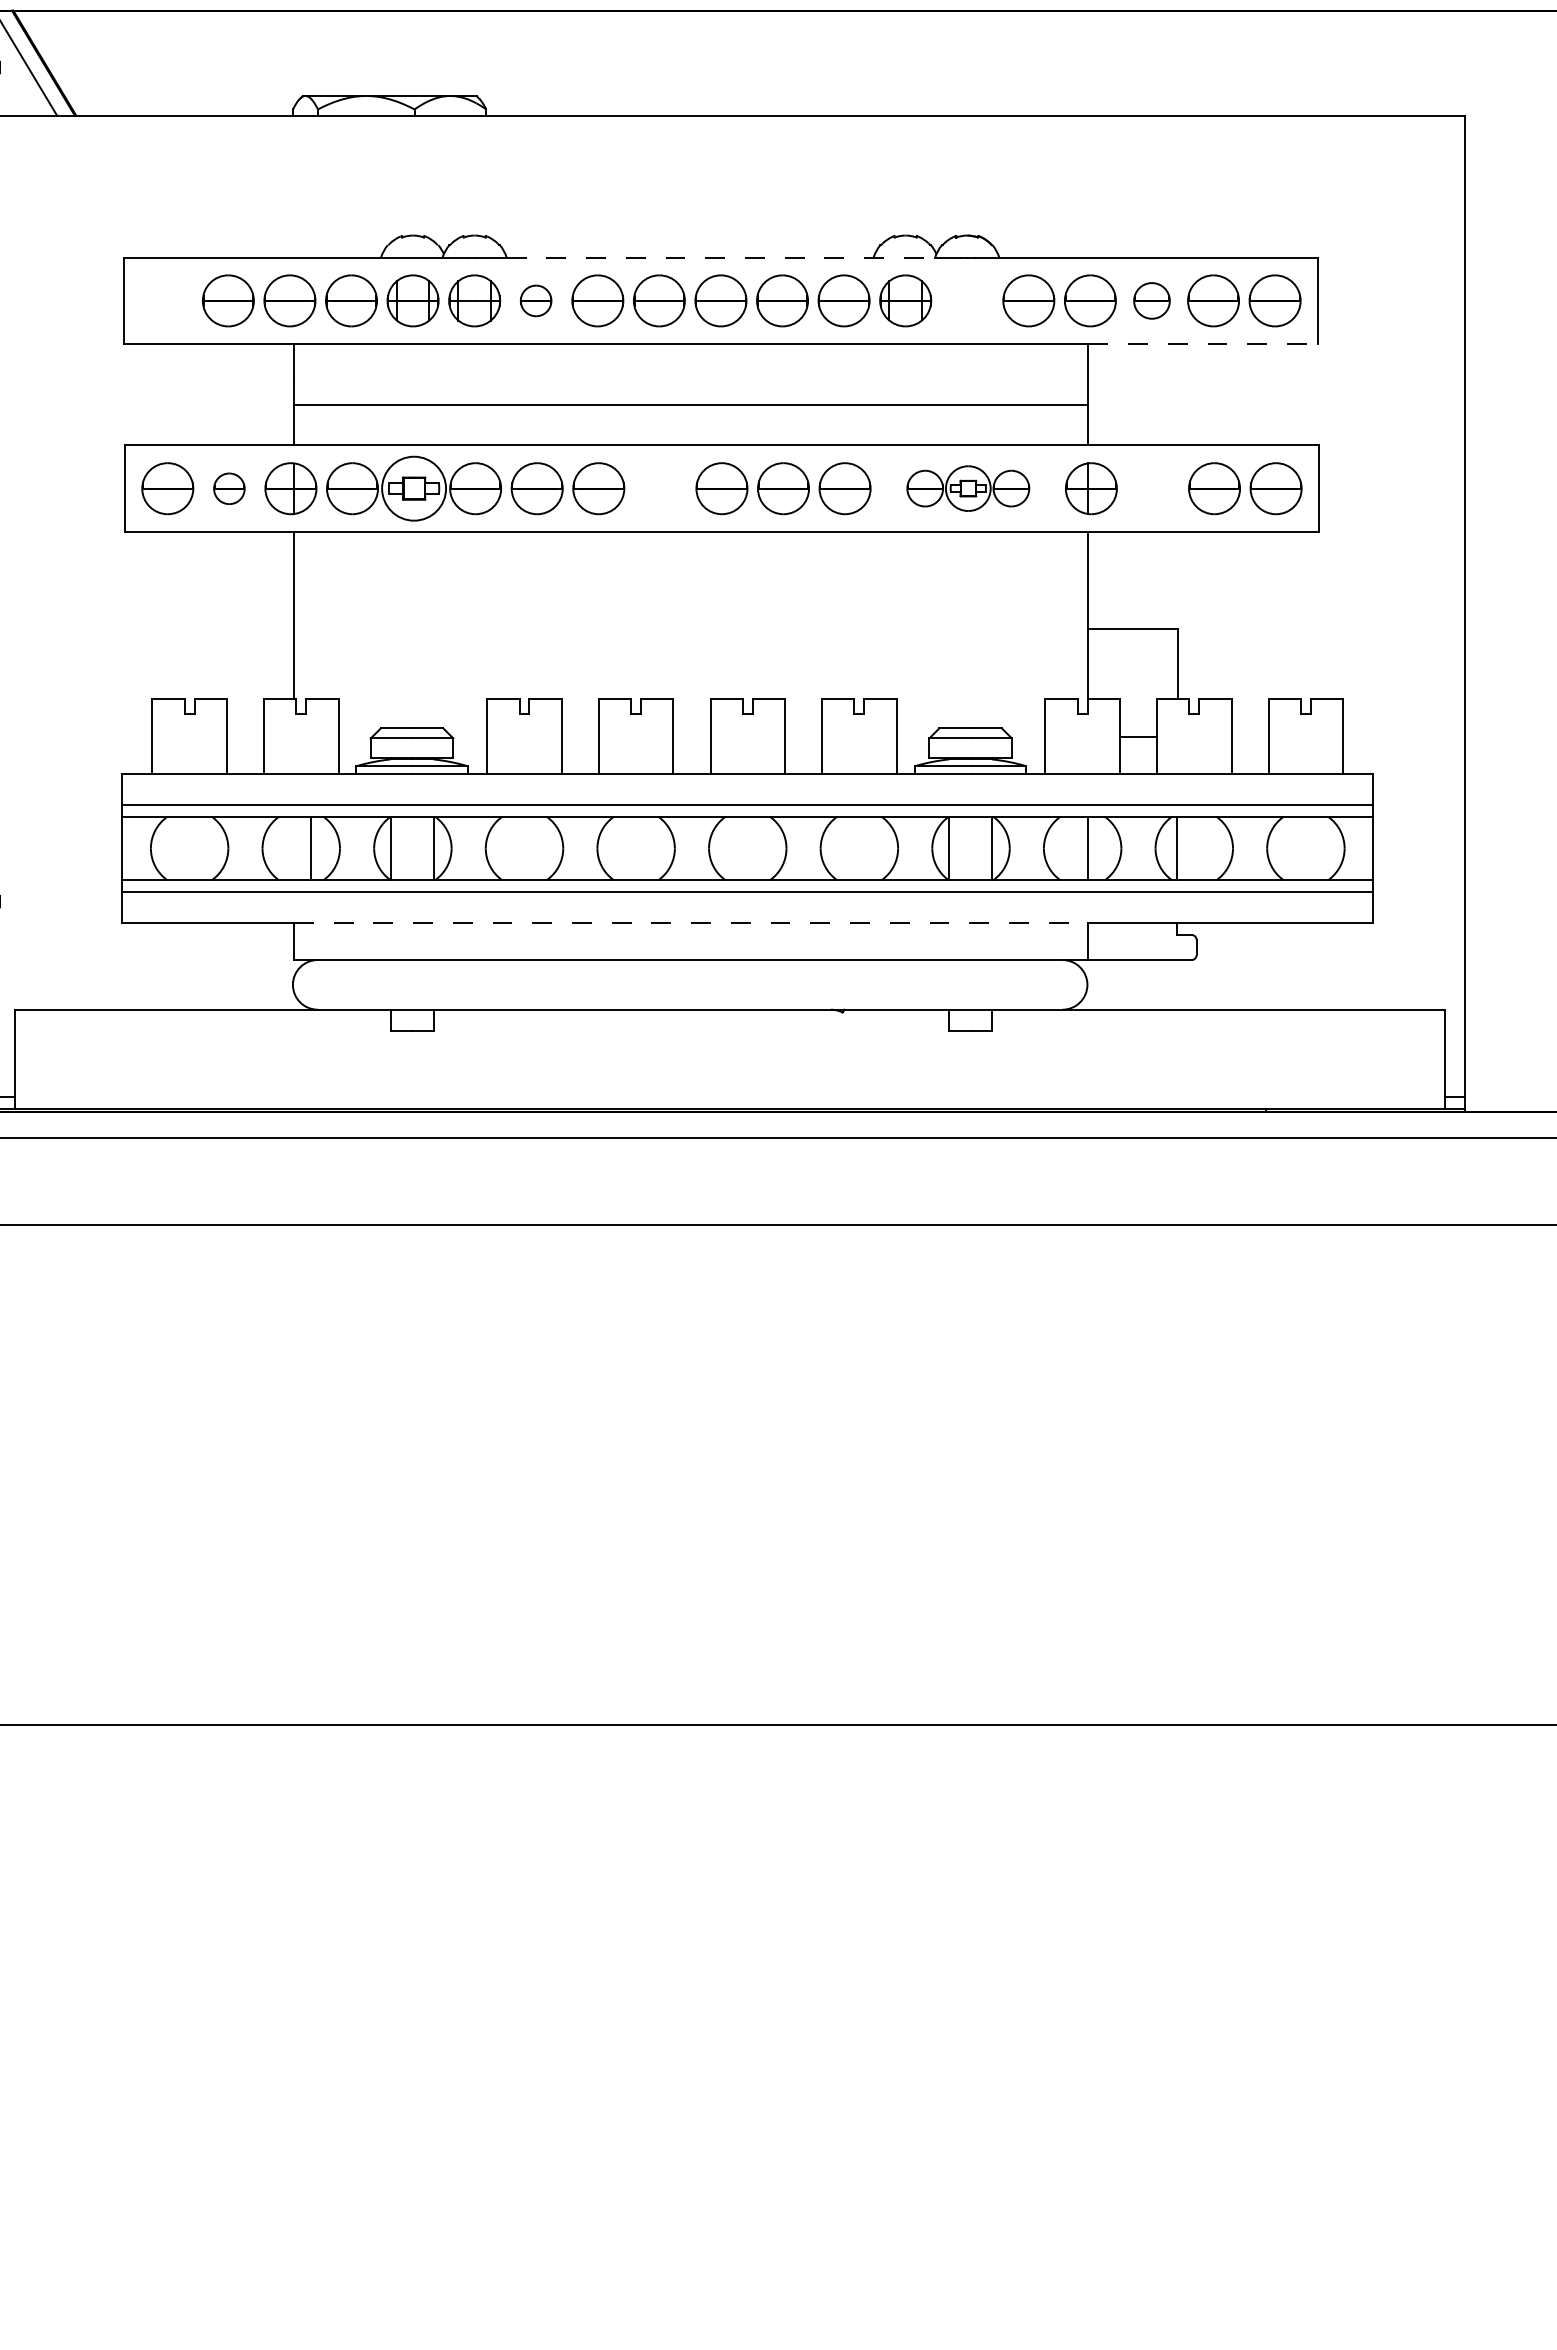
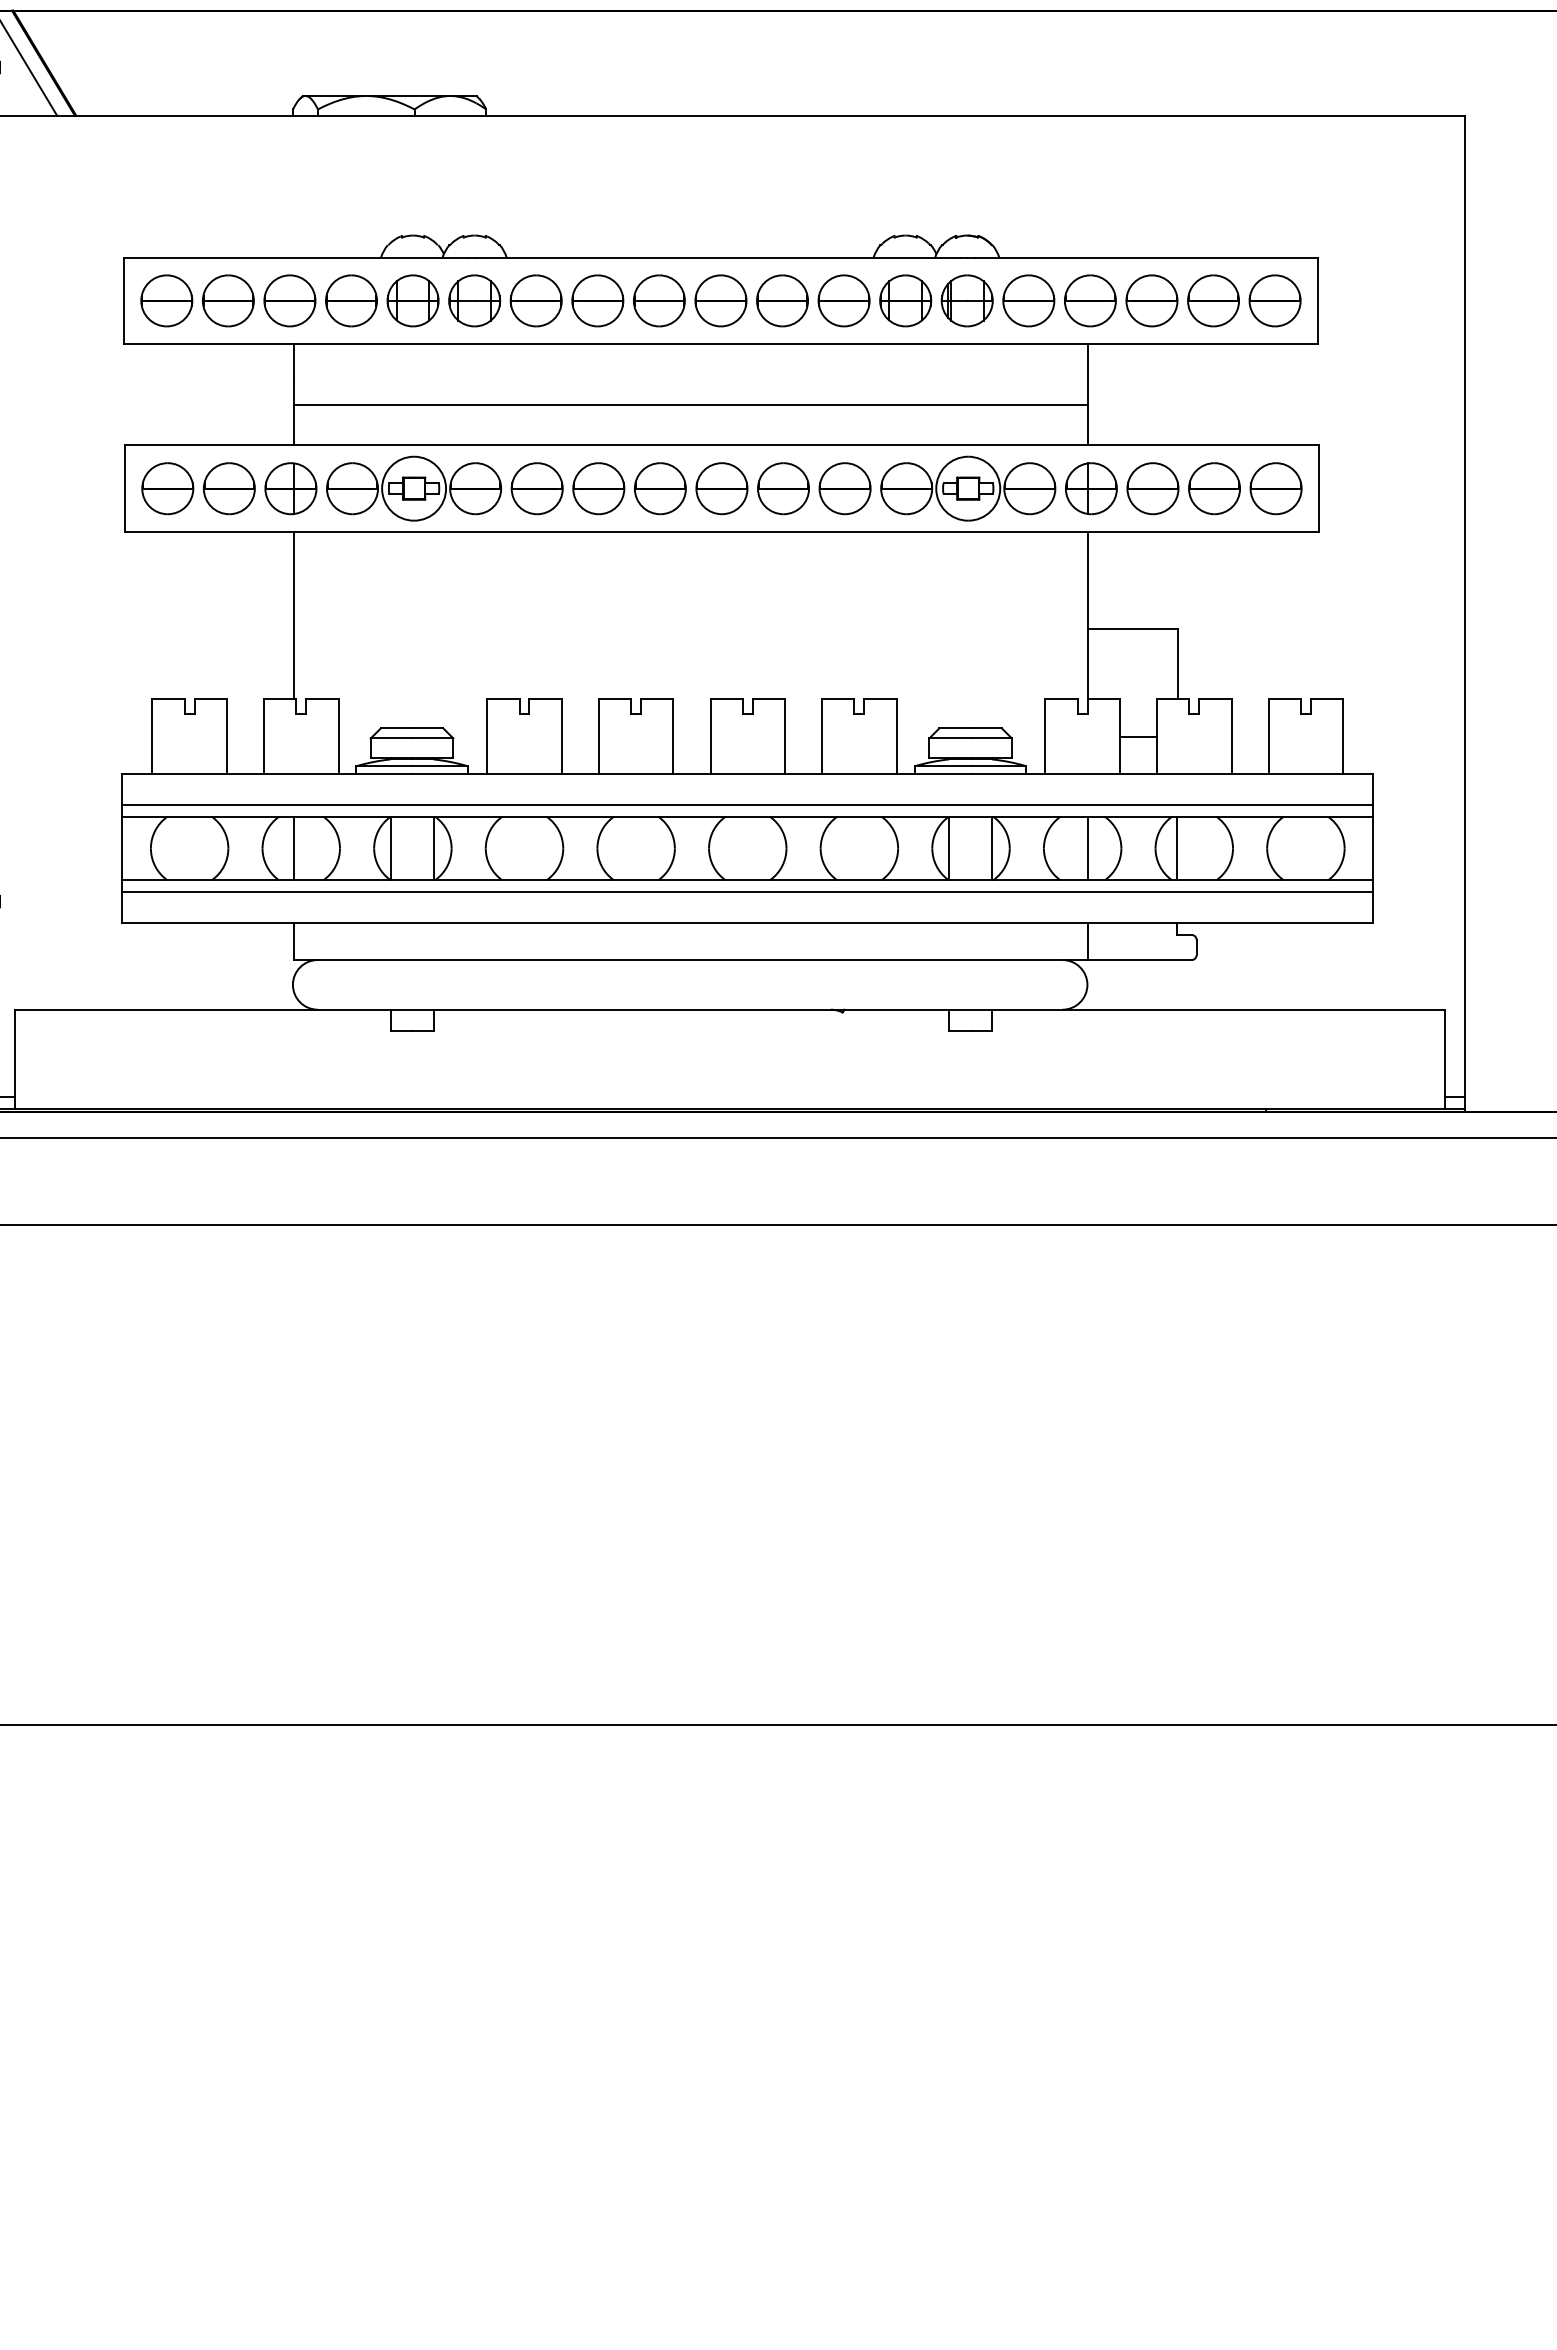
line at (721, 257): dashed -> solid
part at (166, 300): none -> present
part at (536, 300) size: 33x34 px -> 54x54 px
part at (966, 300): none -> present
part at (1151, 300) size: 38x38 px -> 54x54 px
line at (1203, 344): dashed -> solid
part at (229, 488) size: 33x33 px -> 53x54 px
part at (660, 488): none -> present
part at (968, 488) size: 125x47 px -> 177x67 px
part at (1152, 488): none -> present
line at (310, 848) position: (310, 848) -> (293, 848)
line at (691, 922): dashed -> solid
